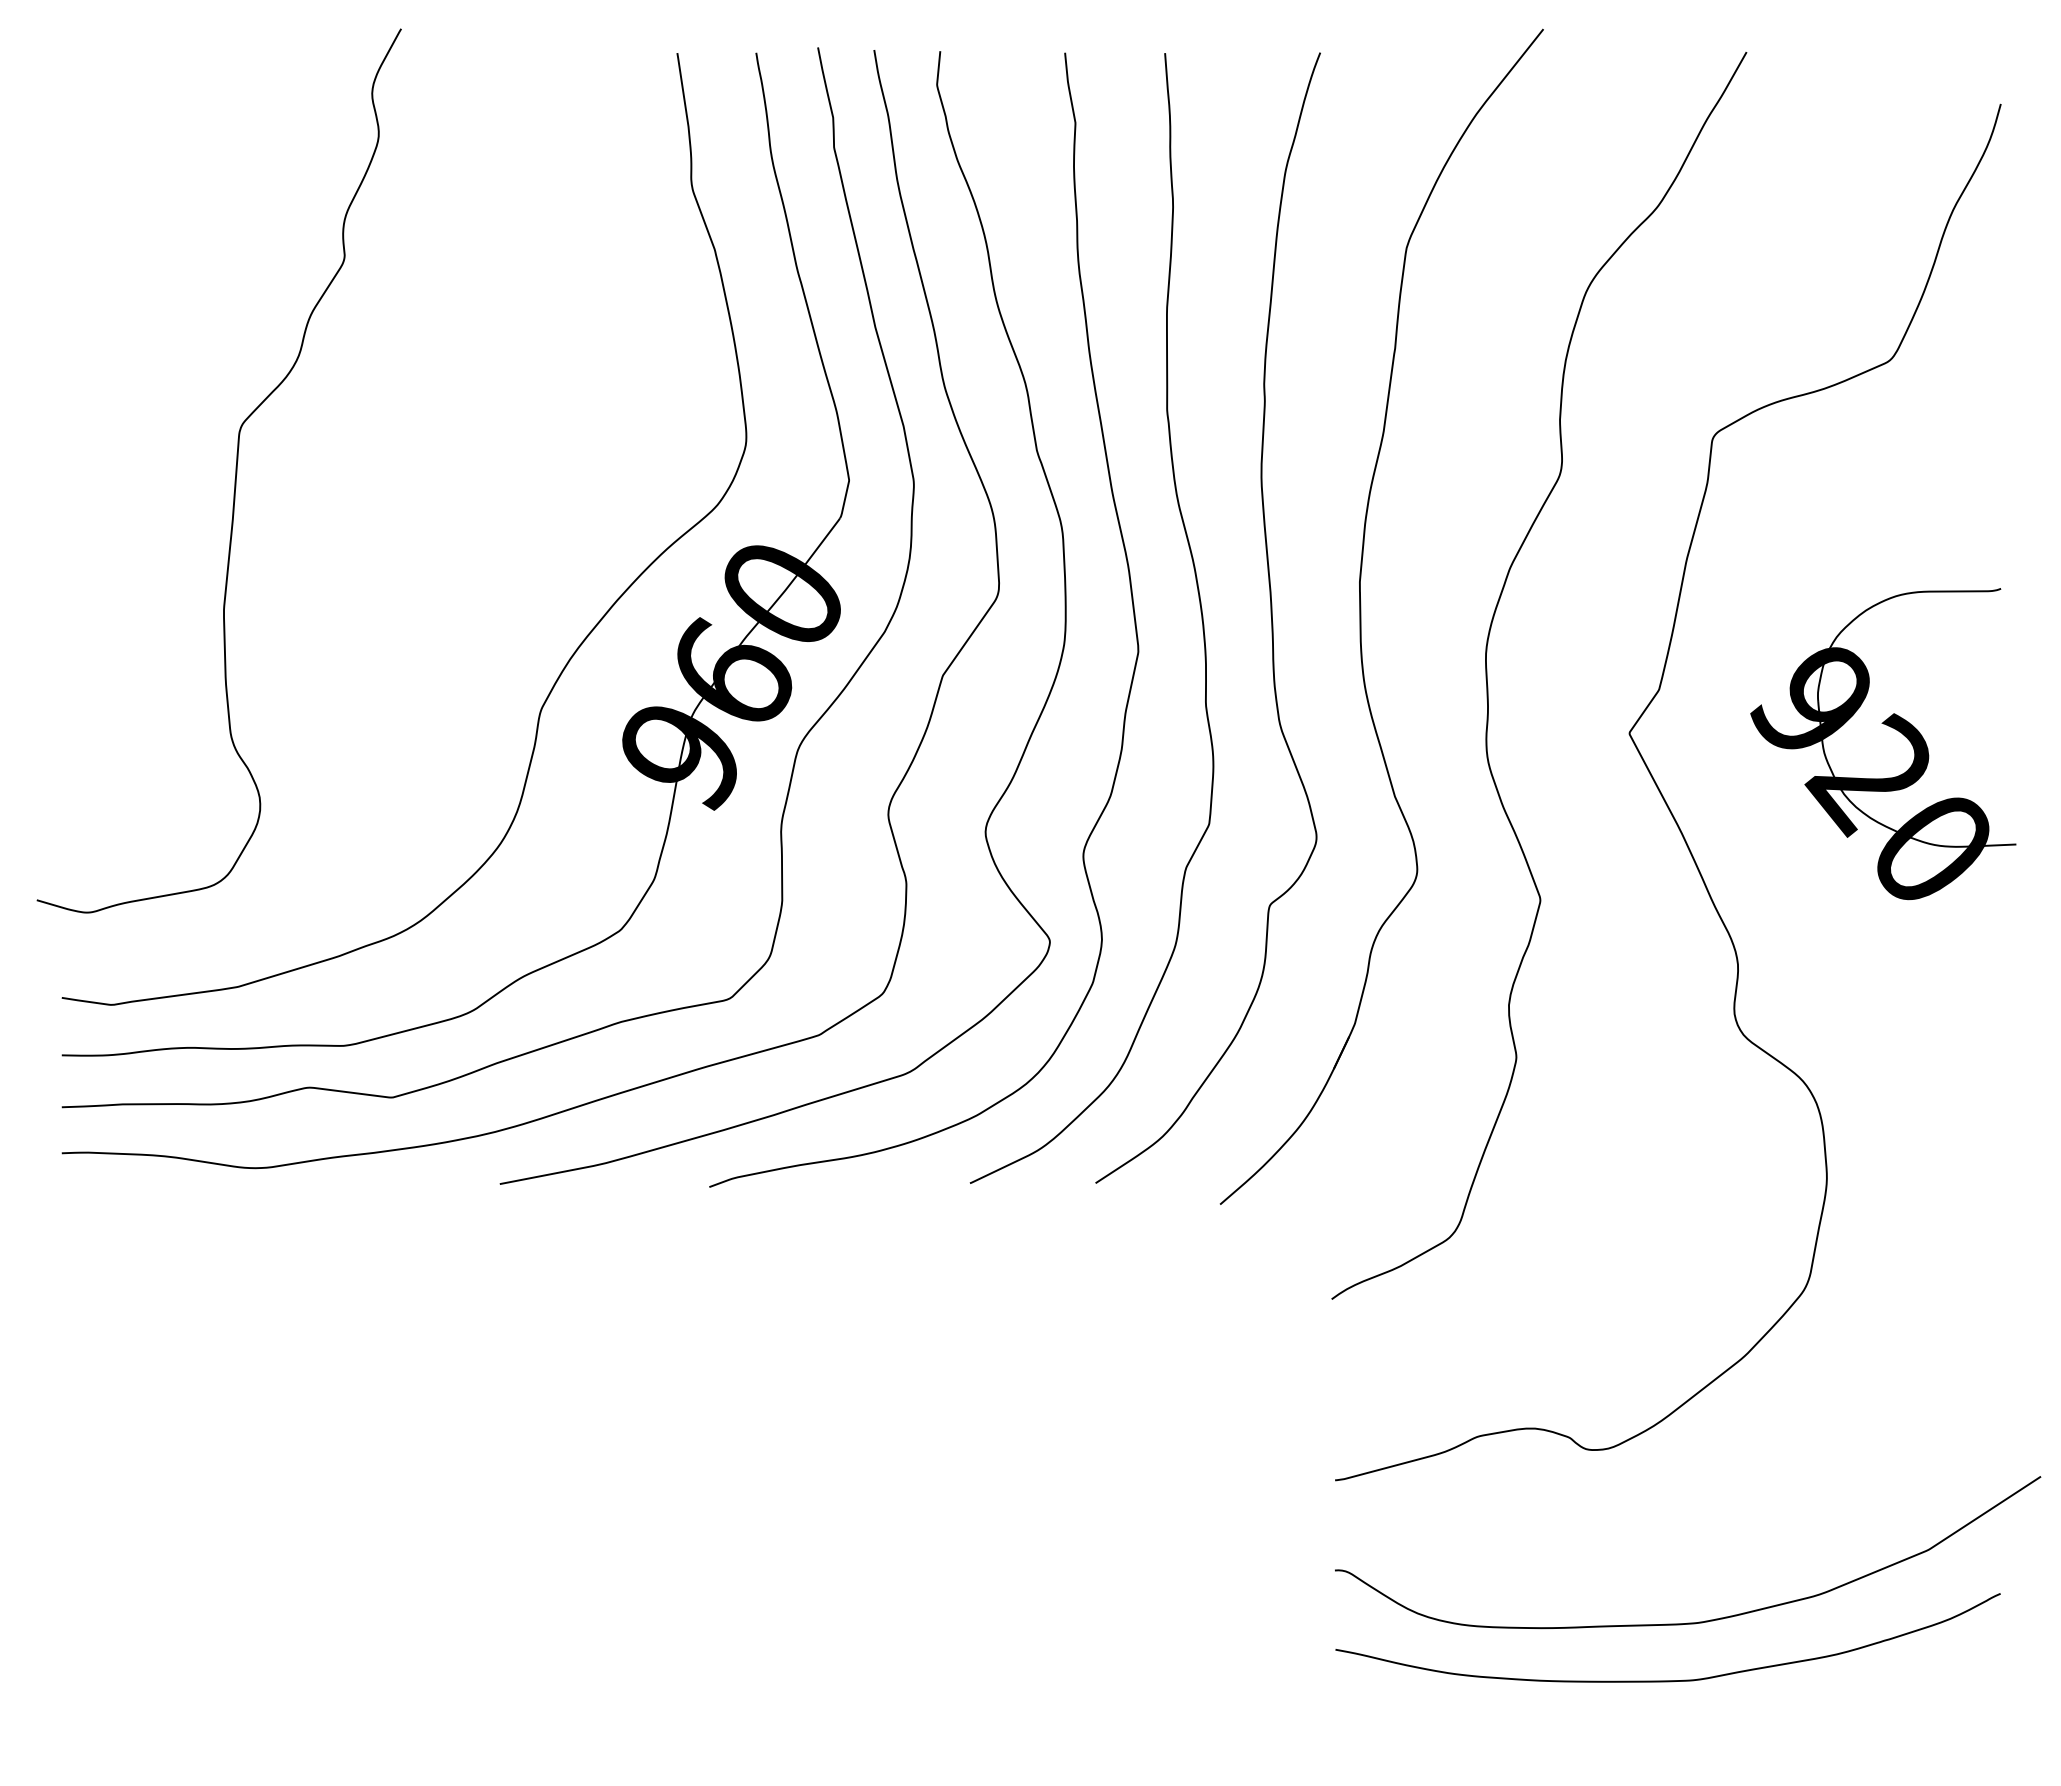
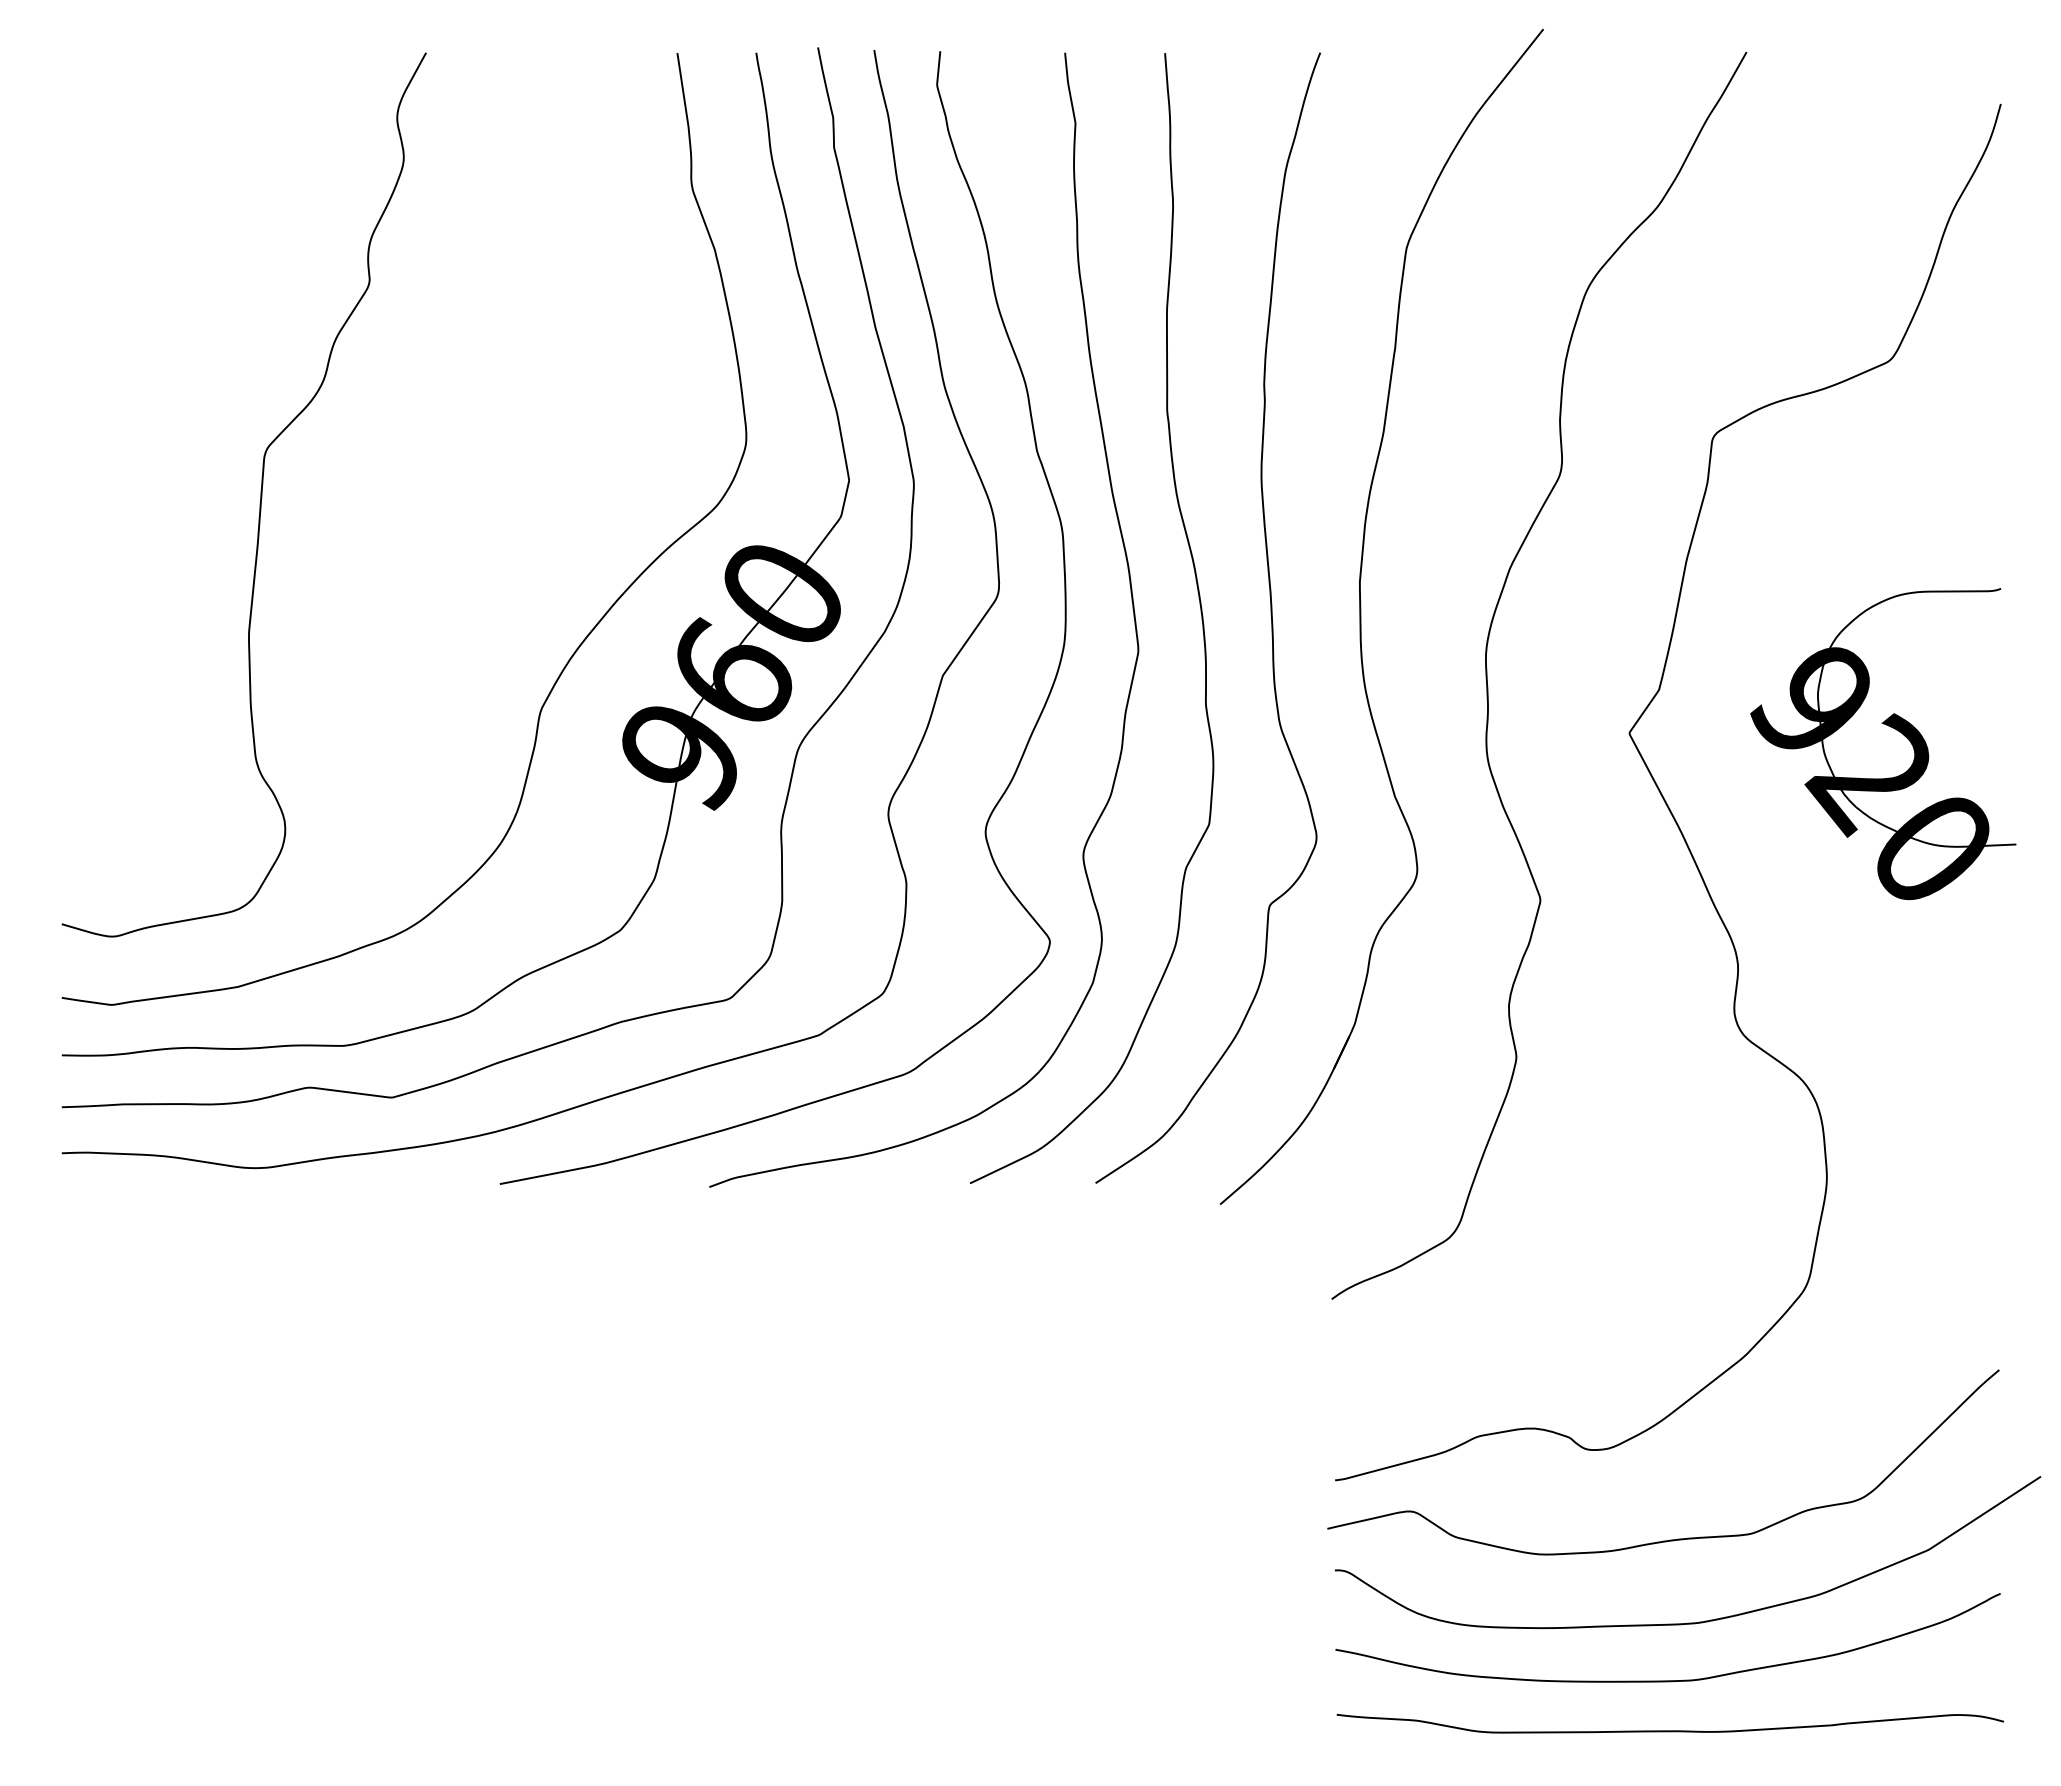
curve at (235, 470) position: (235, 470) -> (260, 494)
curve at (1669, 1539): none -> present
curve at (1669, 1730): none -> present
